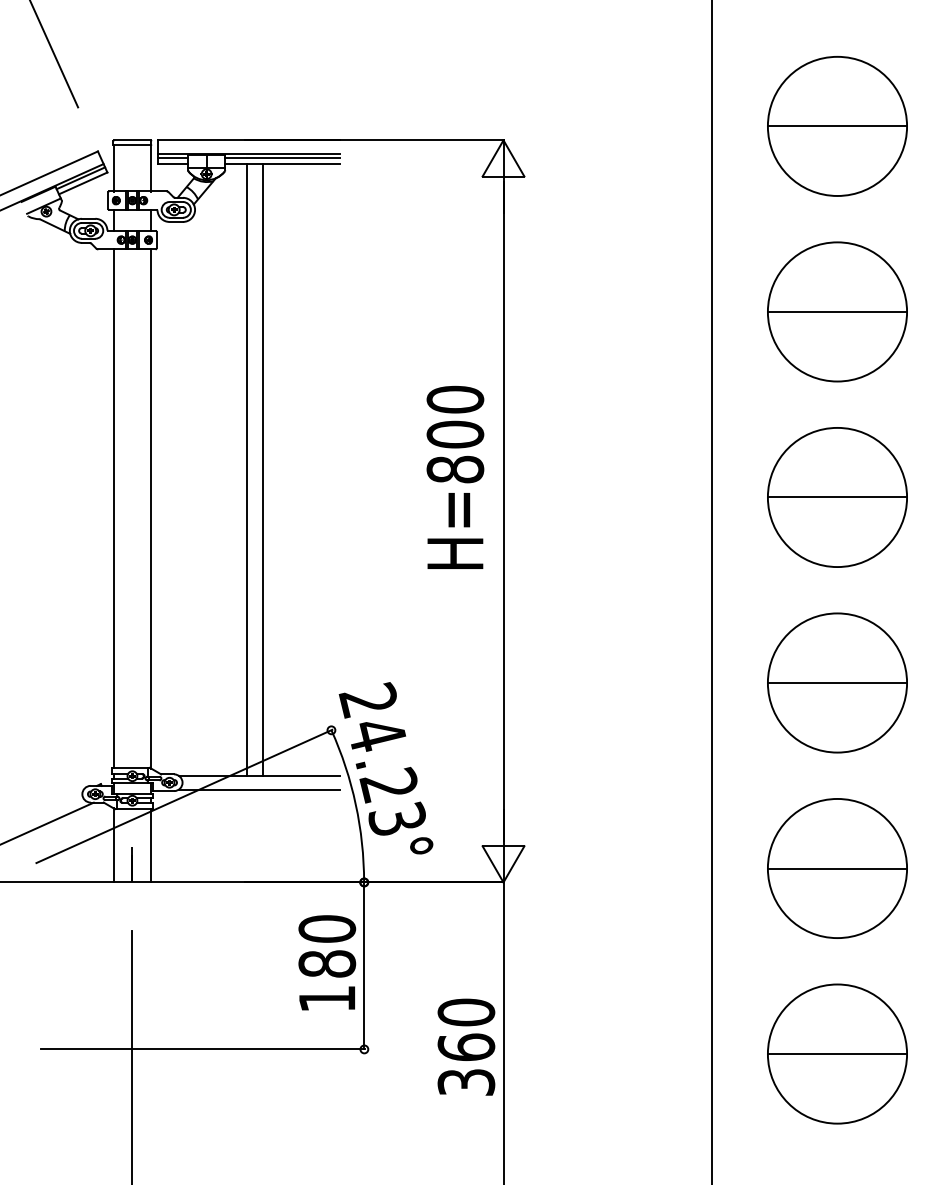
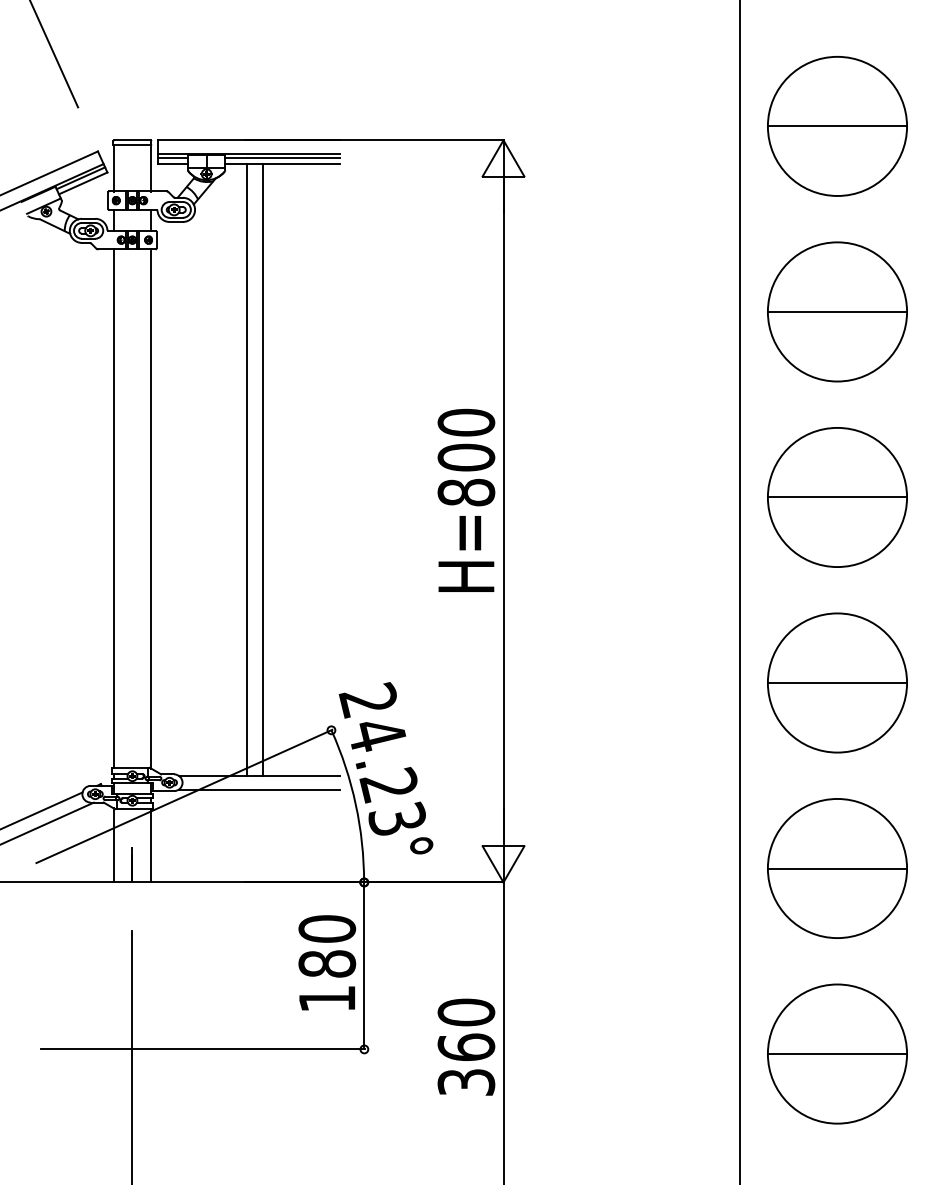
text at (455, 476) position: (455, 476) -> (466, 499)
line at (712, 591) position: (712, 591) -> (740, 591)
line at (42, 810): none -> present
